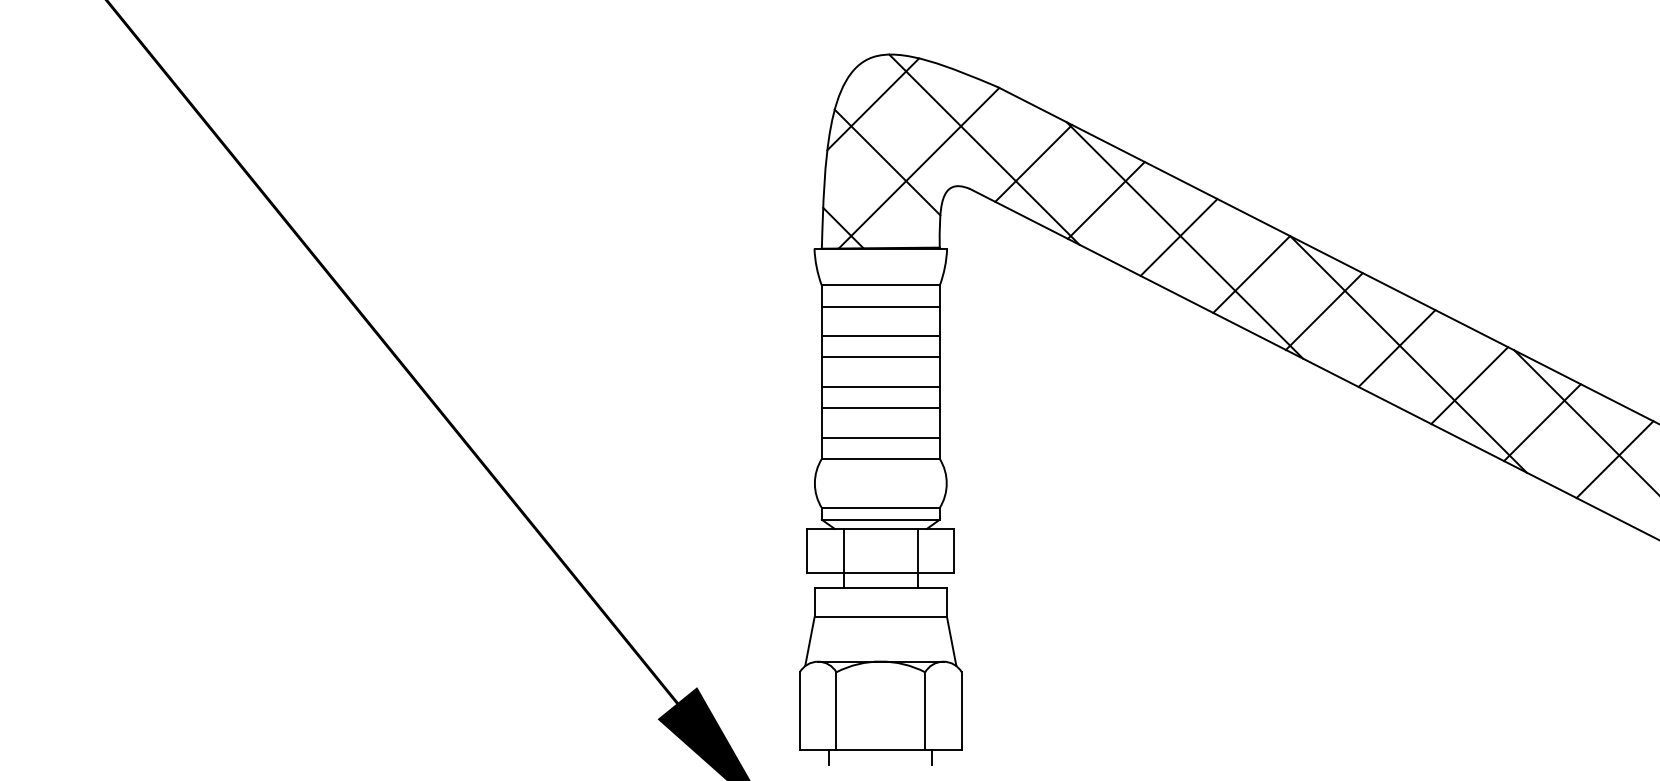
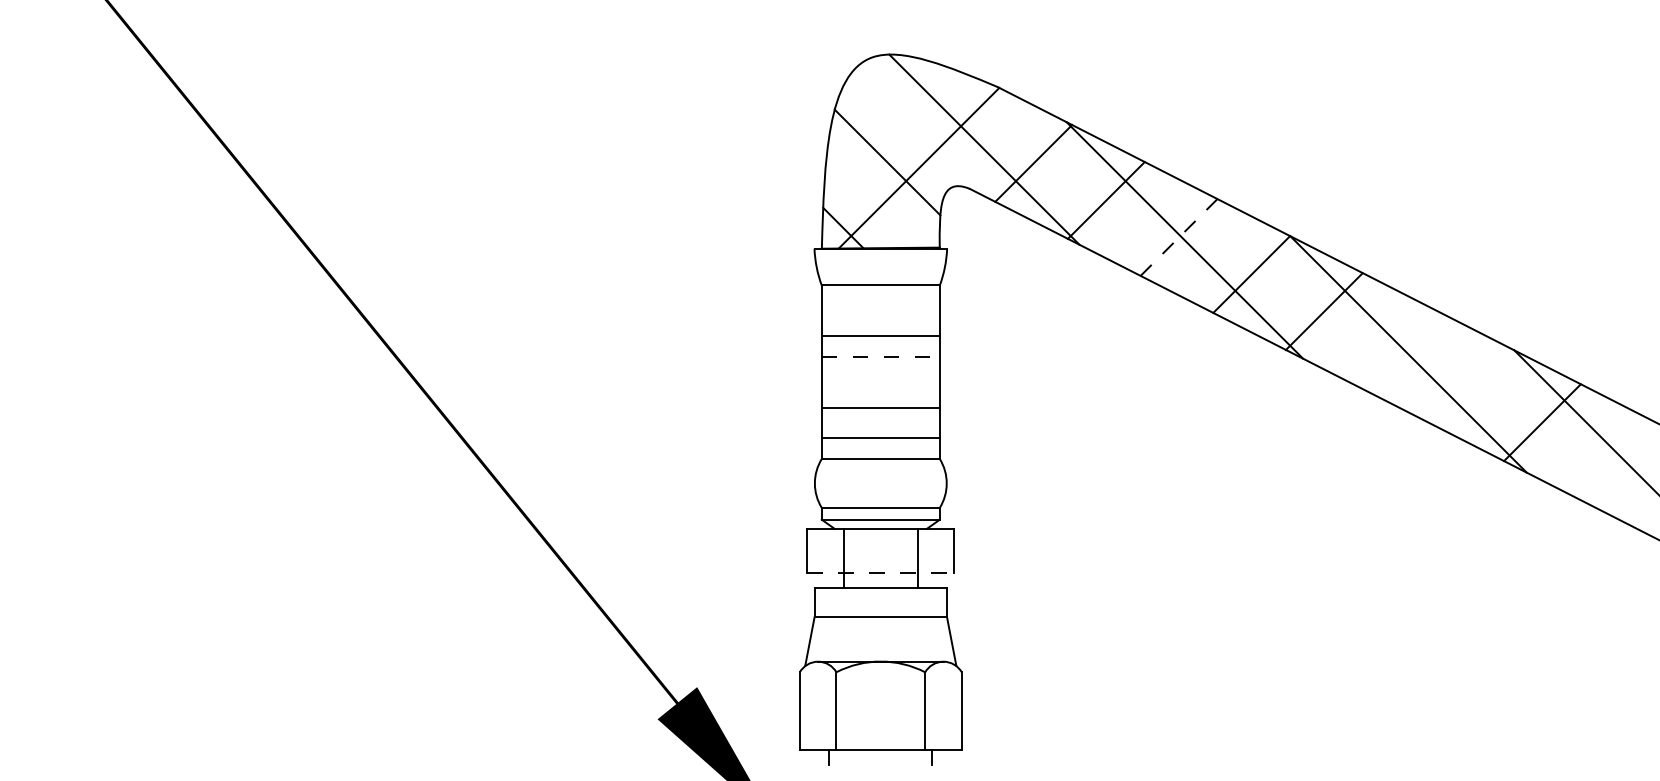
line at (873, 104): present -> none
line at (1179, 237): solid -> dashed
line at (880, 306): present -> none
line at (1396, 348): present -> none
line at (880, 357): solid -> dashed
line at (1469, 385): present -> none
line at (880, 386): present -> none
line at (1614, 459): present -> none
line at (880, 573): solid -> dashed
